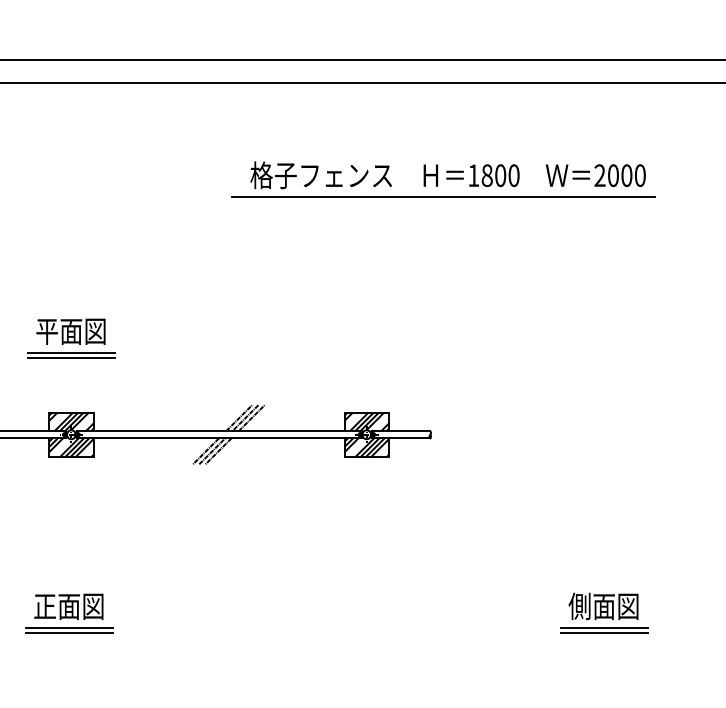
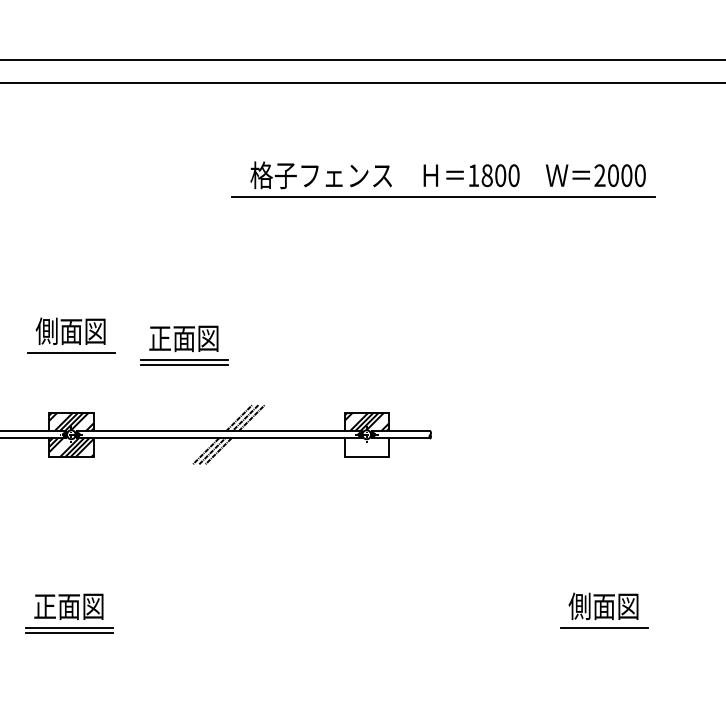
text at (46, 330): 平面図 -> 側面図
part at (184, 345): none -> present
line at (71, 357): present -> none
hatch at (366, 447): present -> none
line at (603, 632): present -> none
